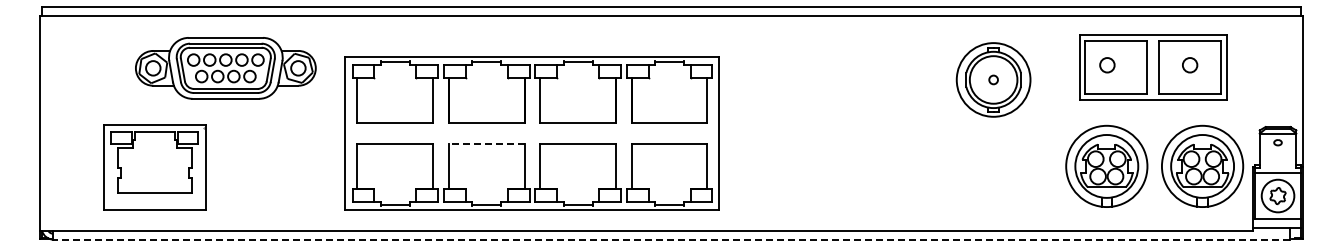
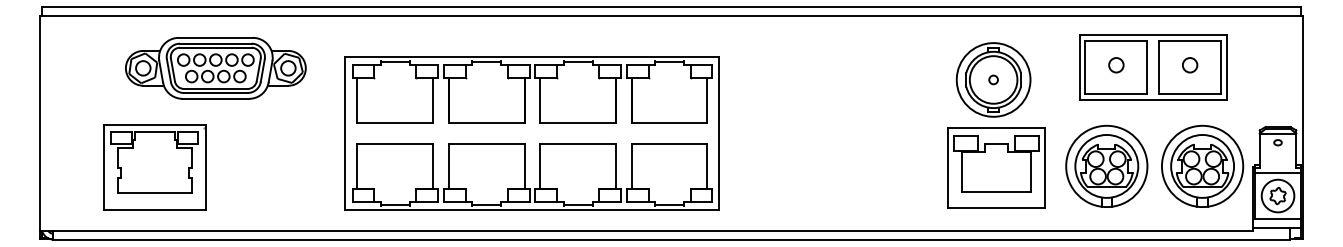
circle at (1107, 65) position: (1107, 65) -> (1116, 65)
part at (225, 68) position: (225, 68) -> (215, 68)
line at (486, 143): dashed -> solid
part at (996, 167): none -> present
line at (671, 239): dashed -> solid
